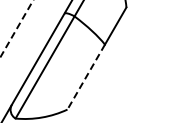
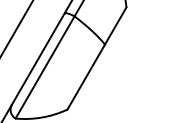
line at (16, 28): dashed -> solid
line at (86, 77): dashed -> solid
